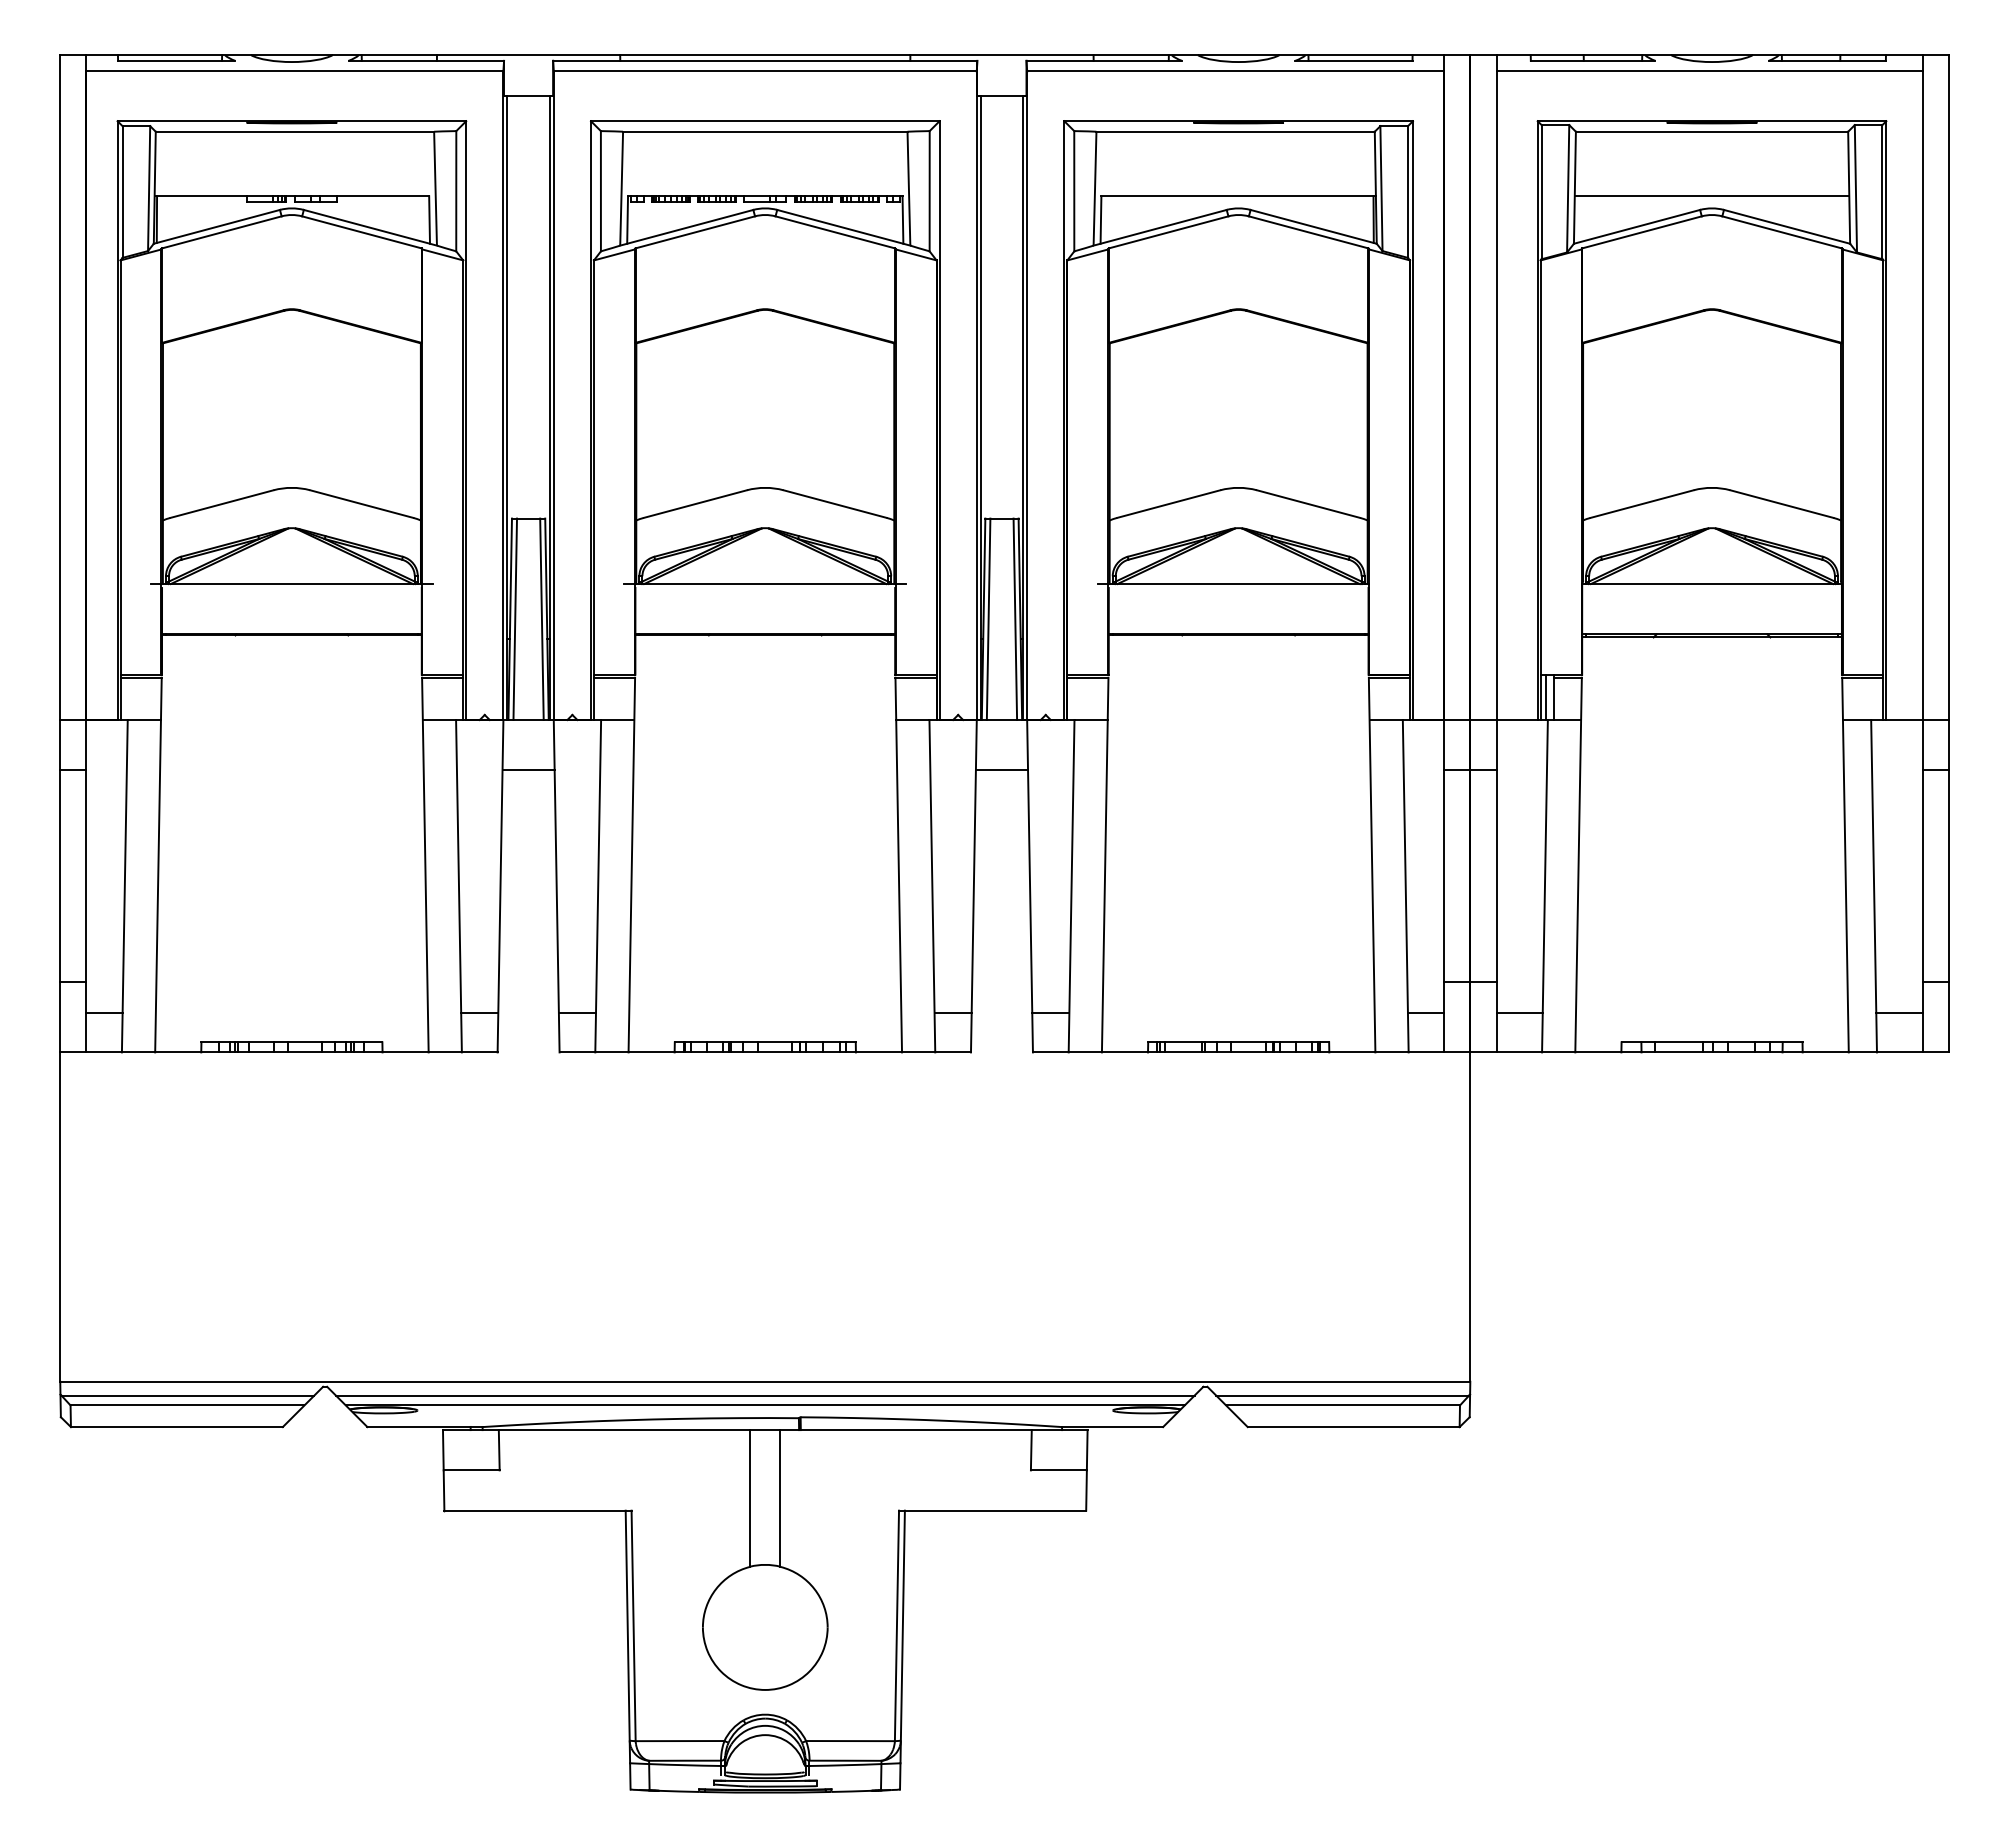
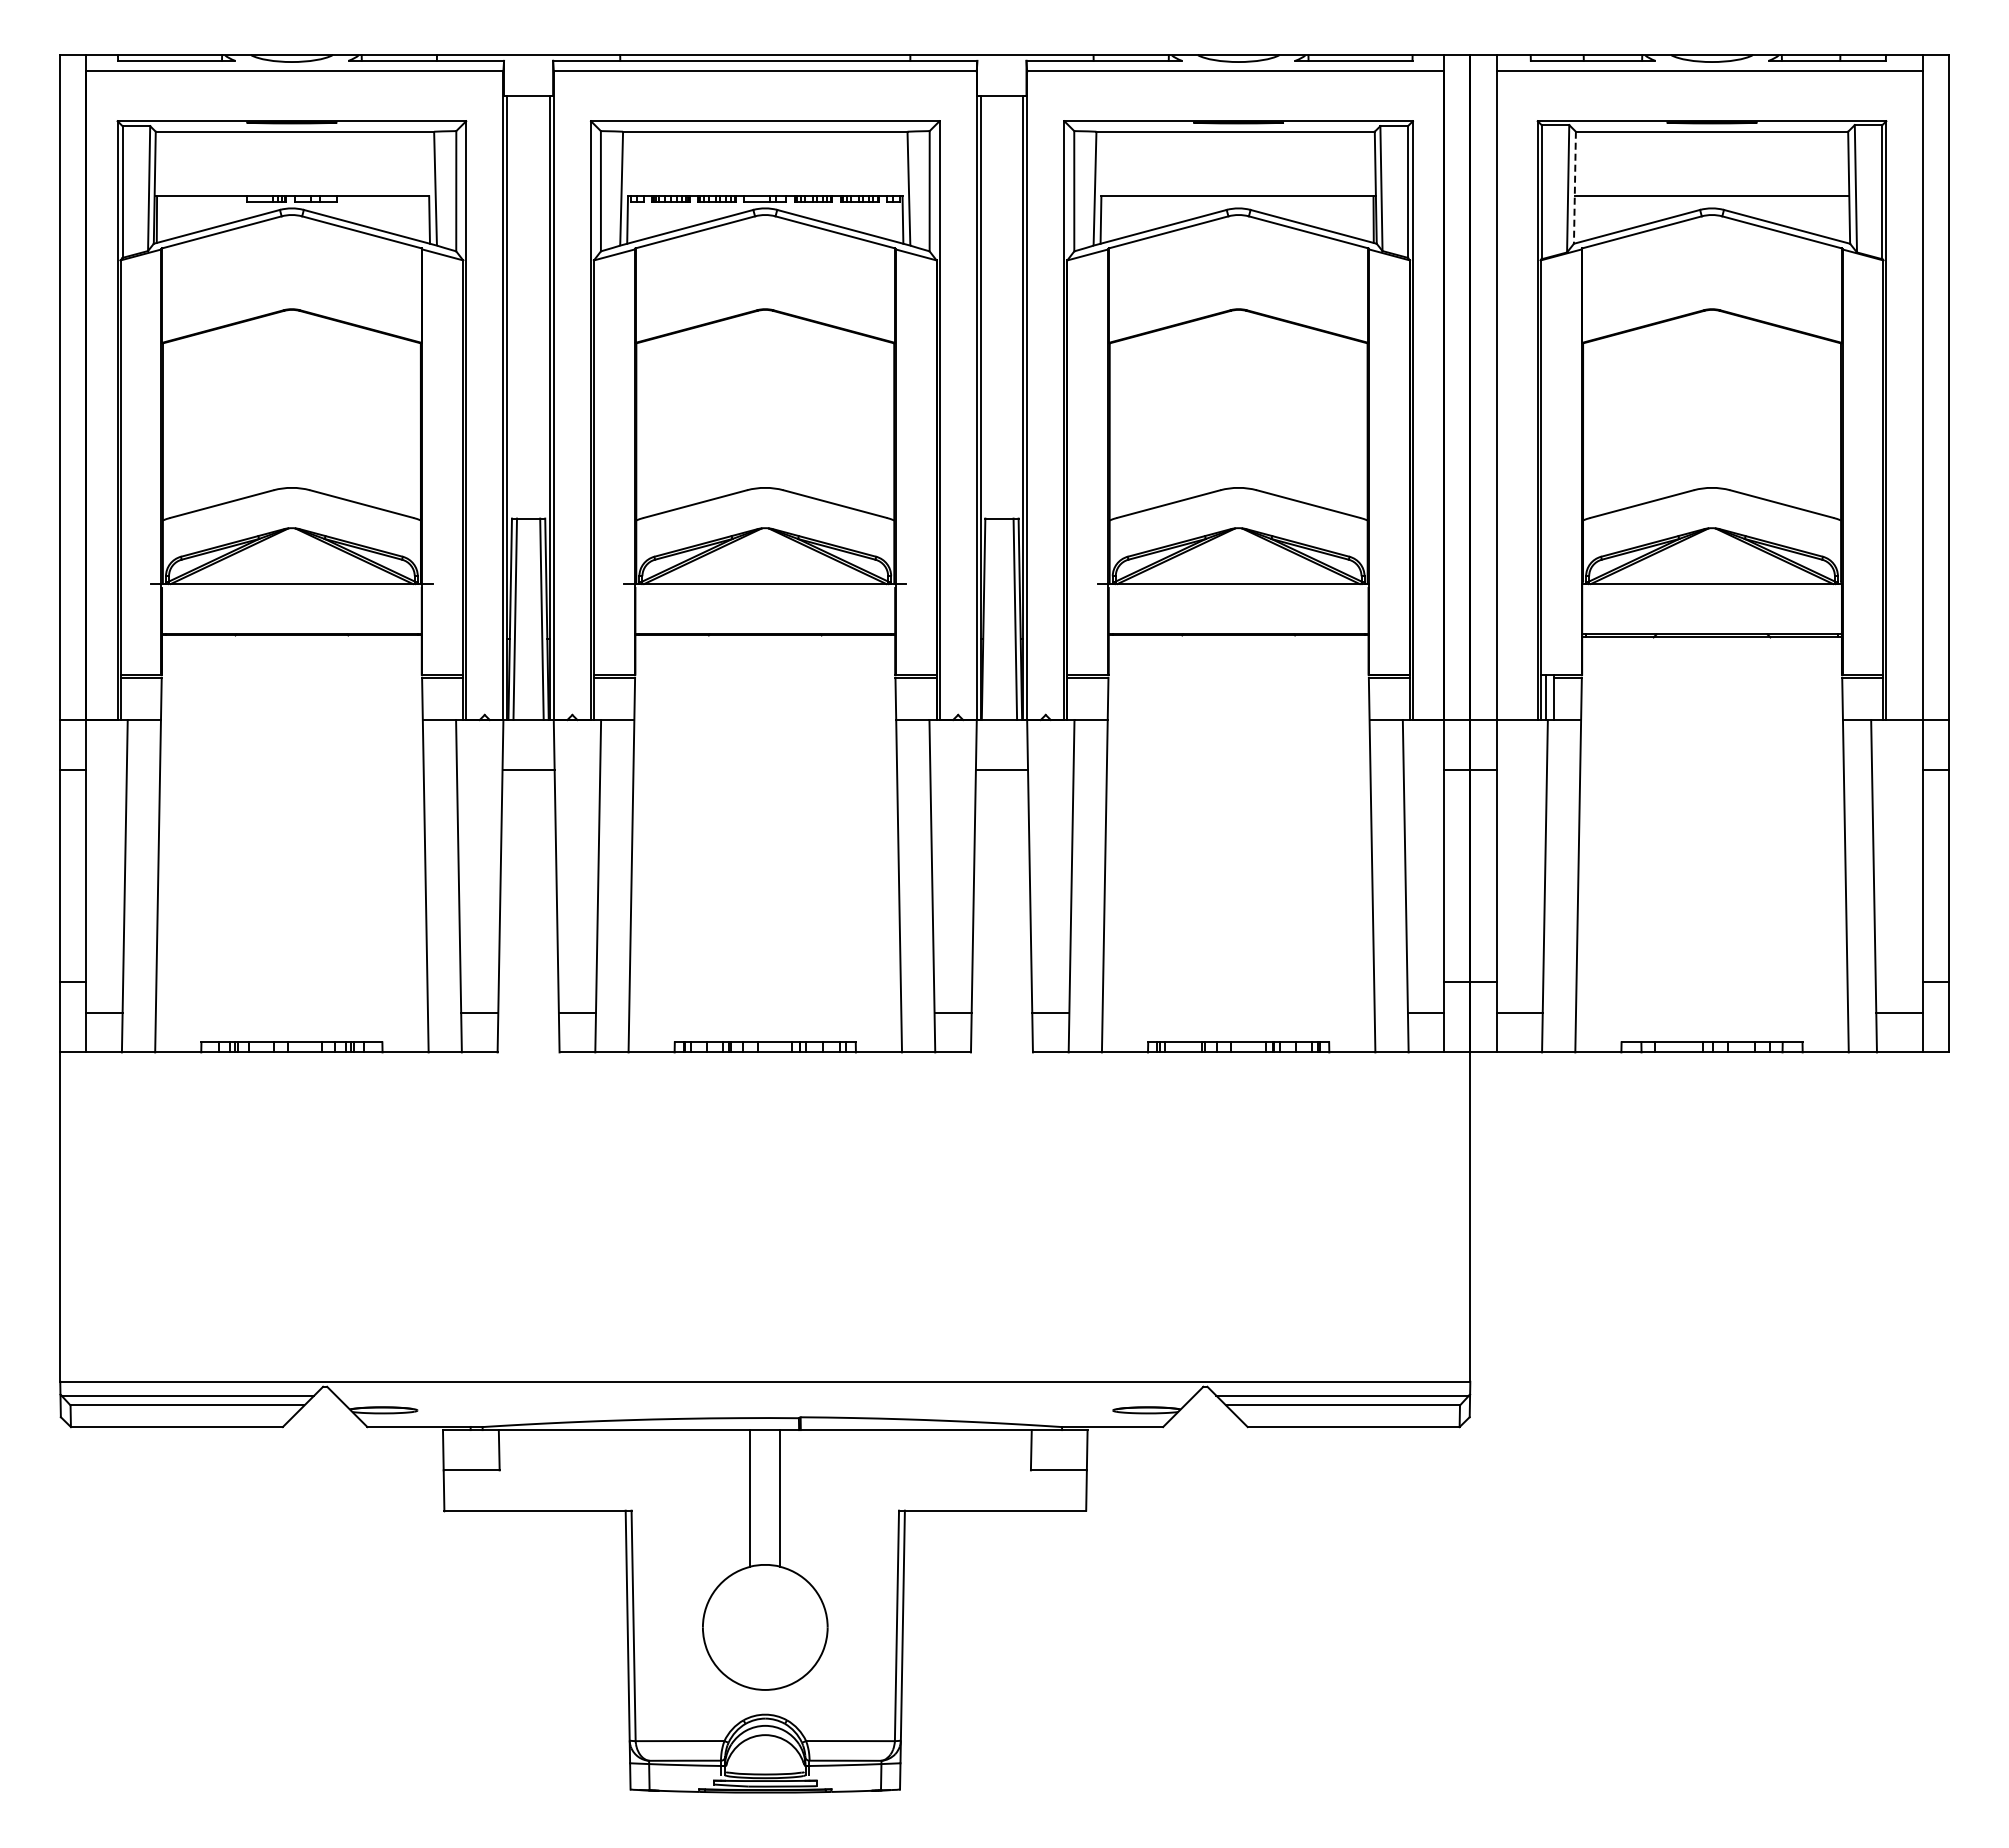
line at (1574, 188): solid -> dashed
line at (988, 619): present -> none
line at (764, 1395): present -> none
line at (764, 1405): present -> none
